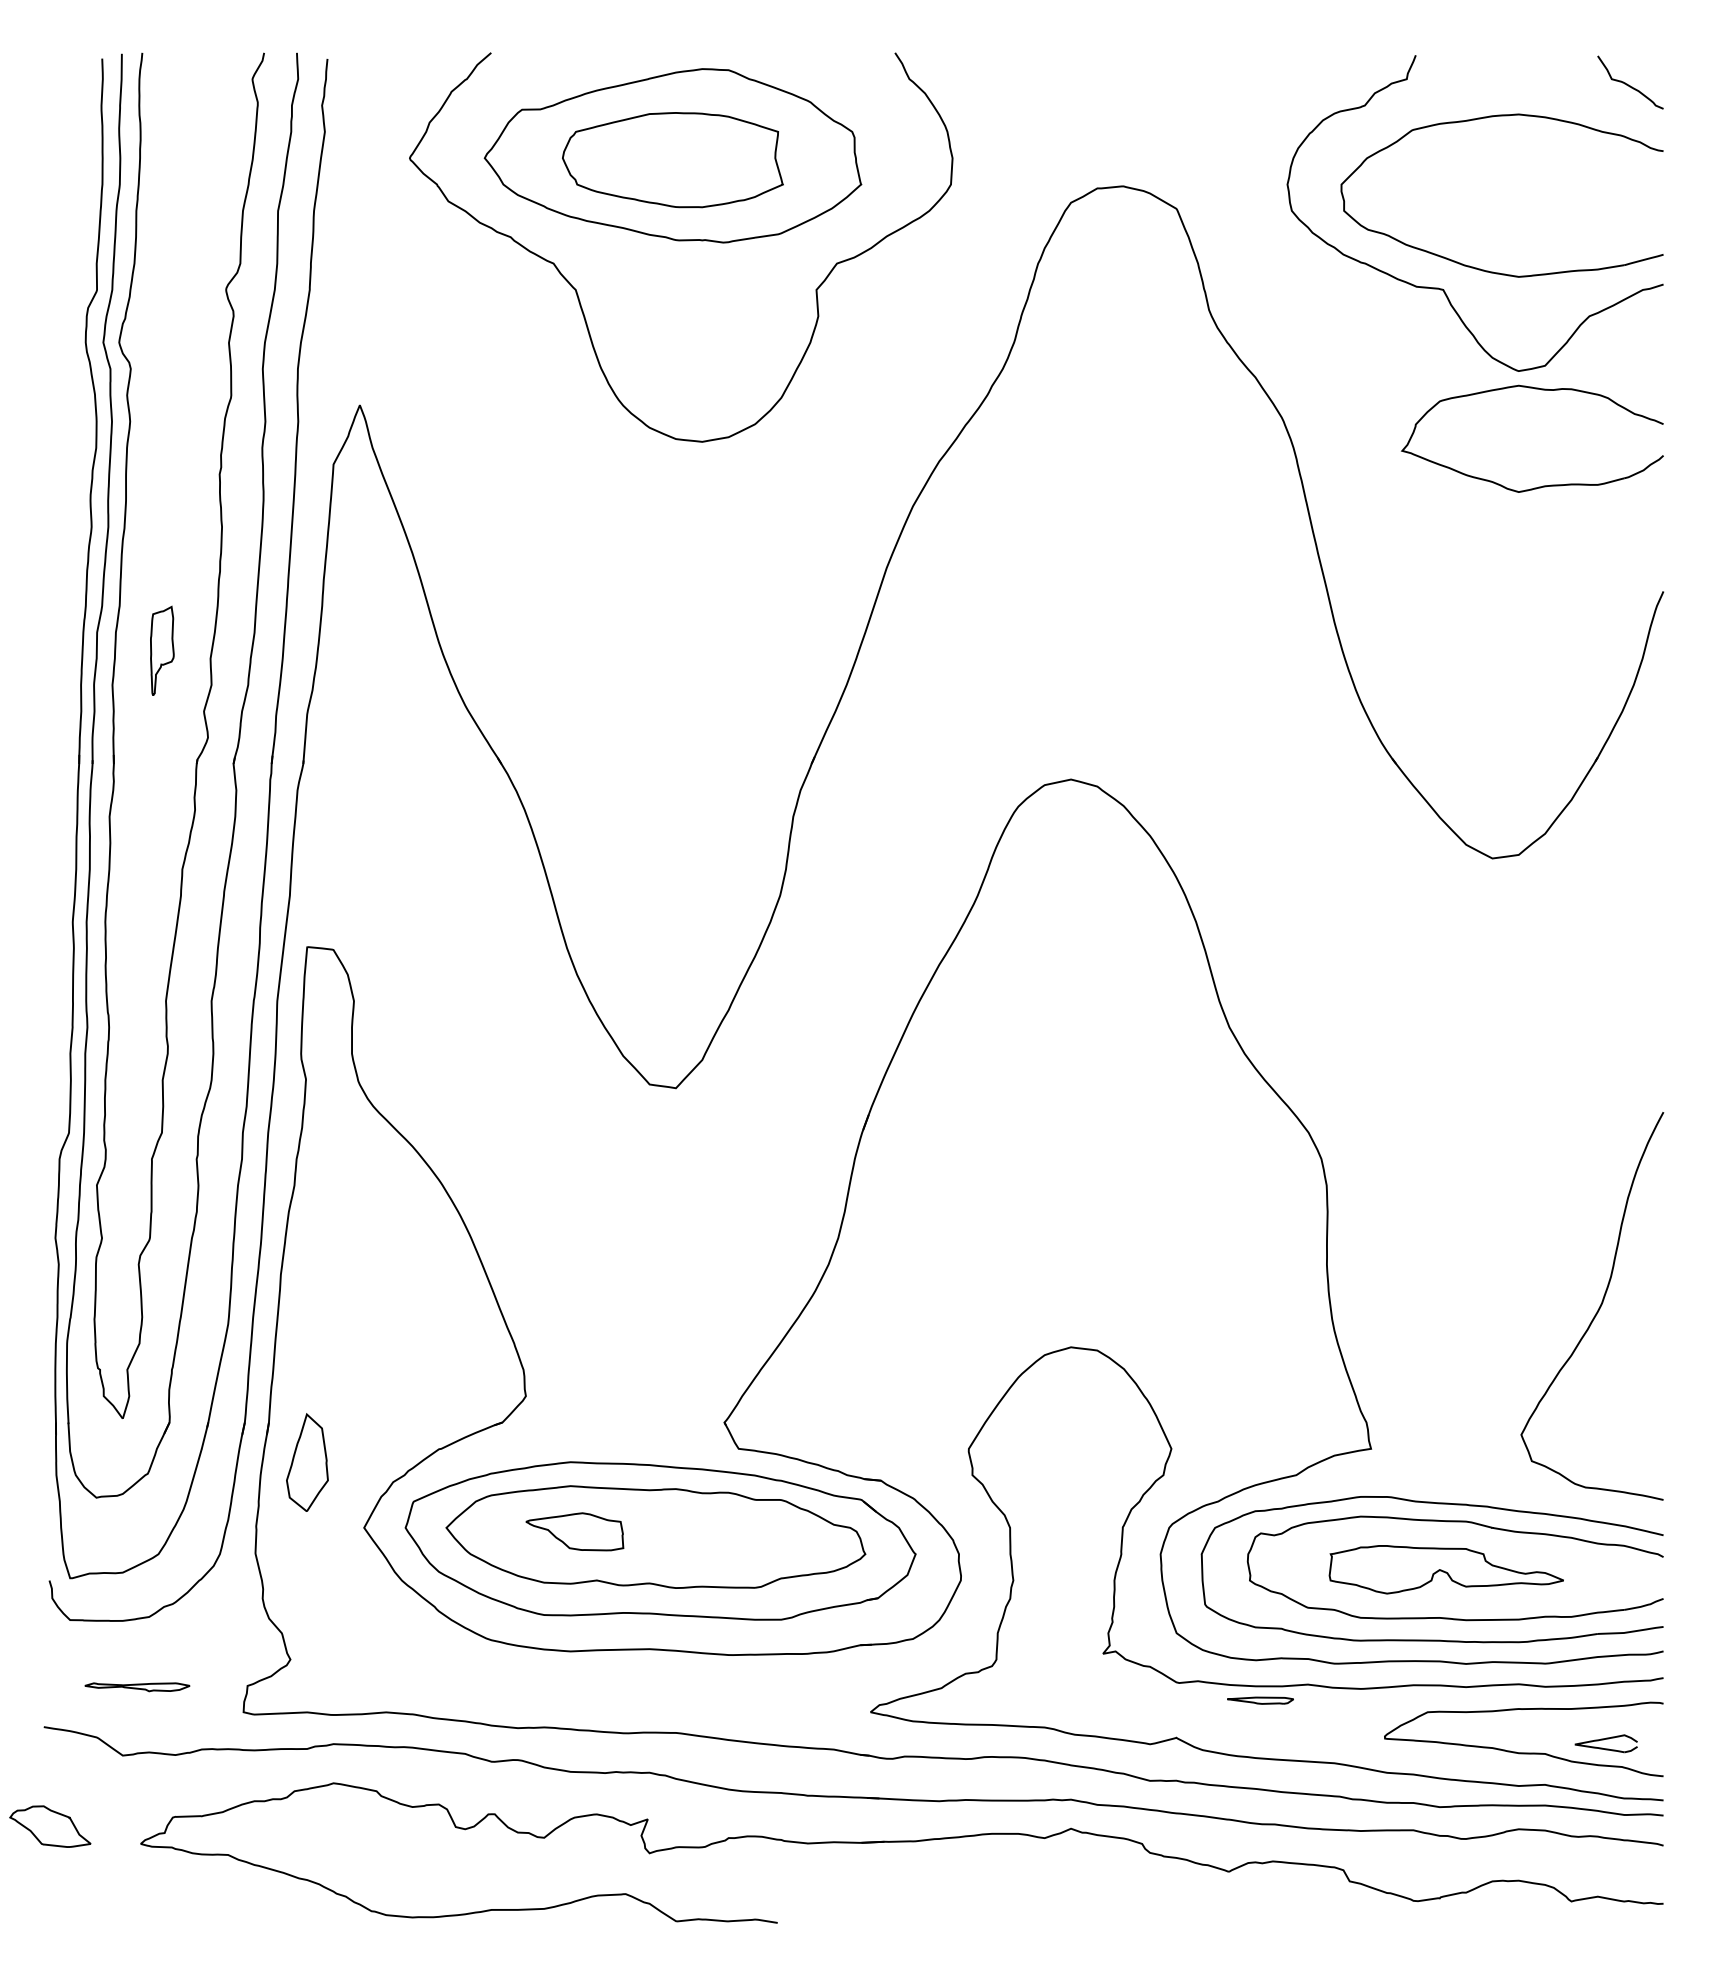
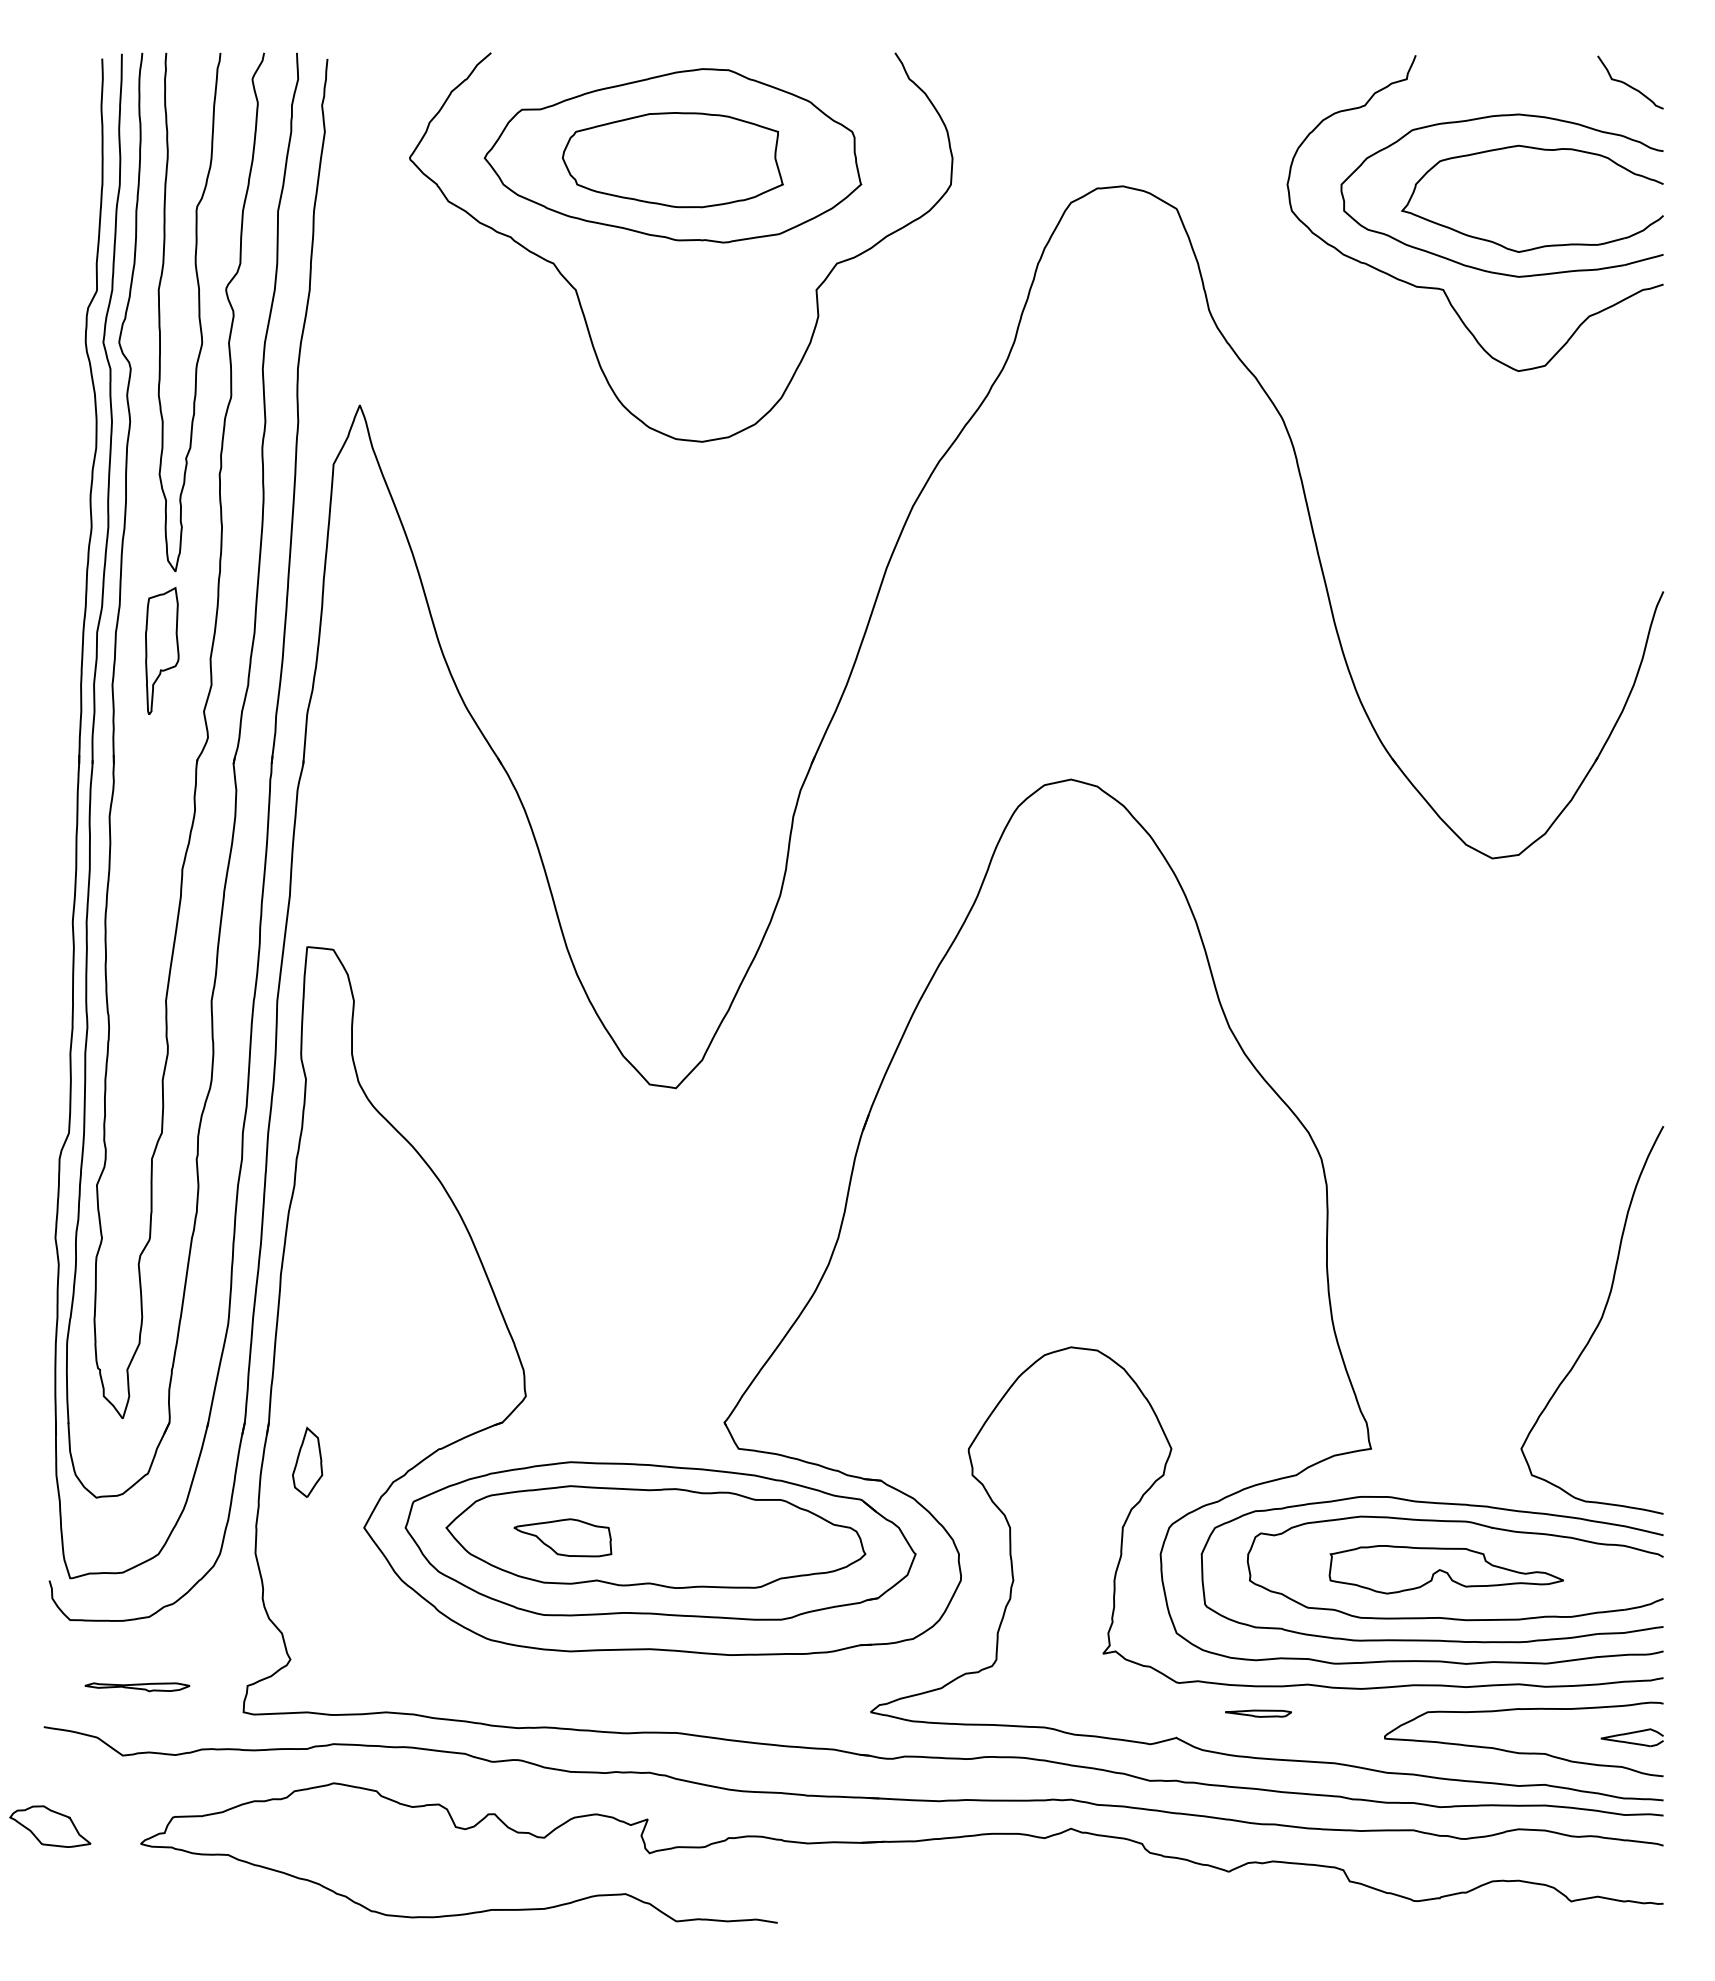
curve at (198, 312): none -> present
part at (1543, 485) position: (1543, 485) -> (1543, 245)
part at (162, 650) size: 25x91 px -> 35x128 px
curve at (1598, 1308) position: (1598, 1308) -> (1598, 1322)
part at (307, 1462) size: 43x99 px -> 32x72 px
part at (574, 1531) position: (574, 1531) -> (562, 1537)
part at (1260, 1700) position: (1260, 1700) -> (1258, 1713)
part at (1605, 1743) position: (1605, 1743) -> (1631, 1737)
